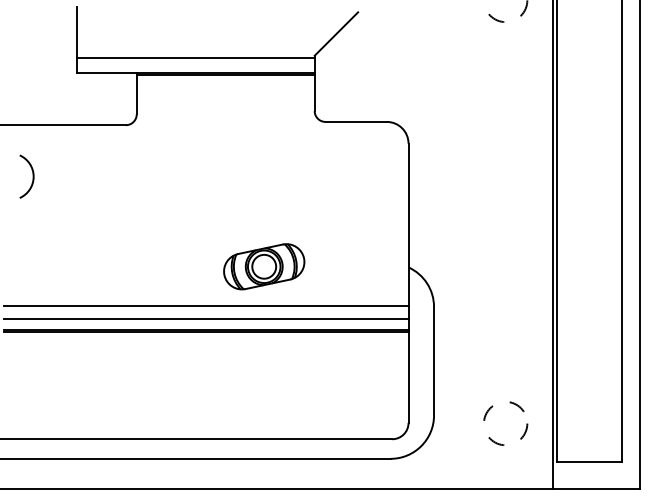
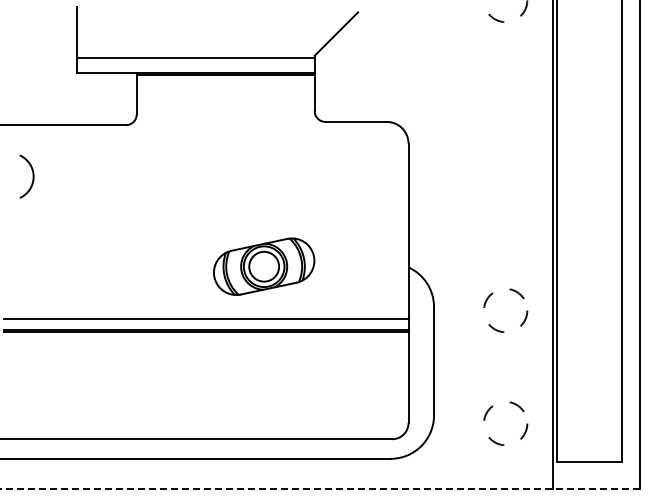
part at (264, 266) size: 83x48 px -> 103x59 px
line at (205, 306): present -> none
circle at (505, 310): none -> present
line at (320, 488): solid -> dashed
